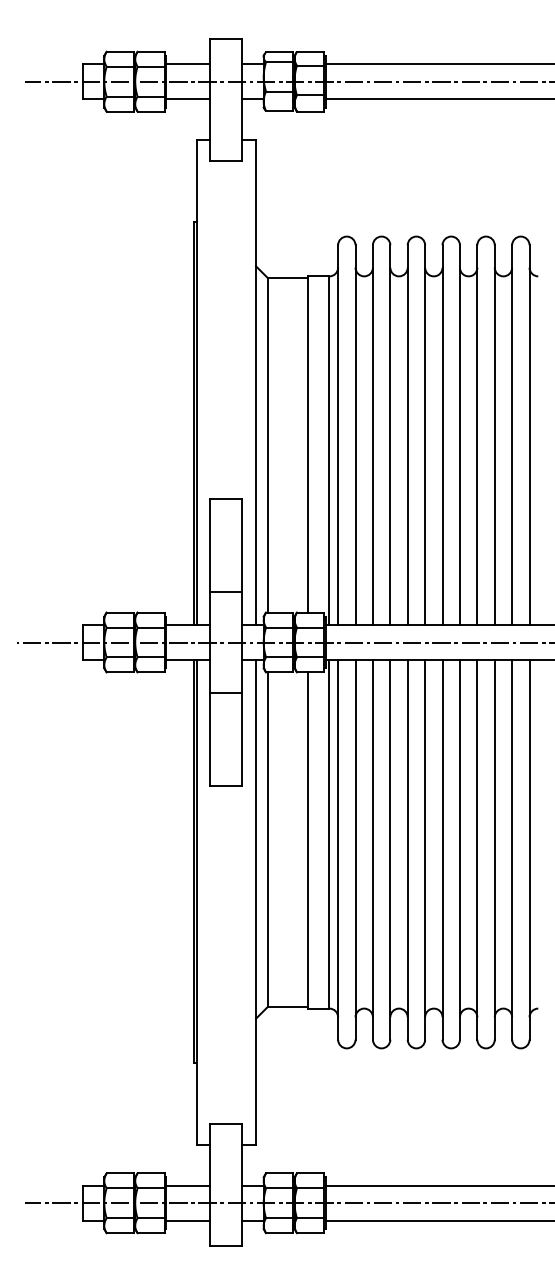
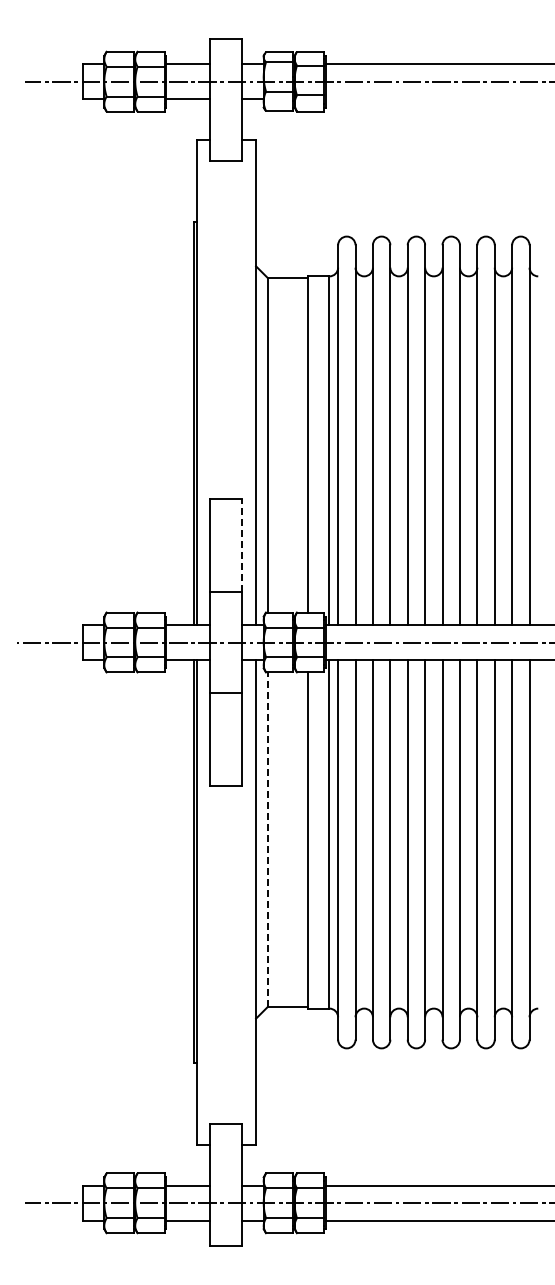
line at (438, 98): present -> none
line at (242, 545): solid -> dashed
line at (267, 839): solid -> dashed
